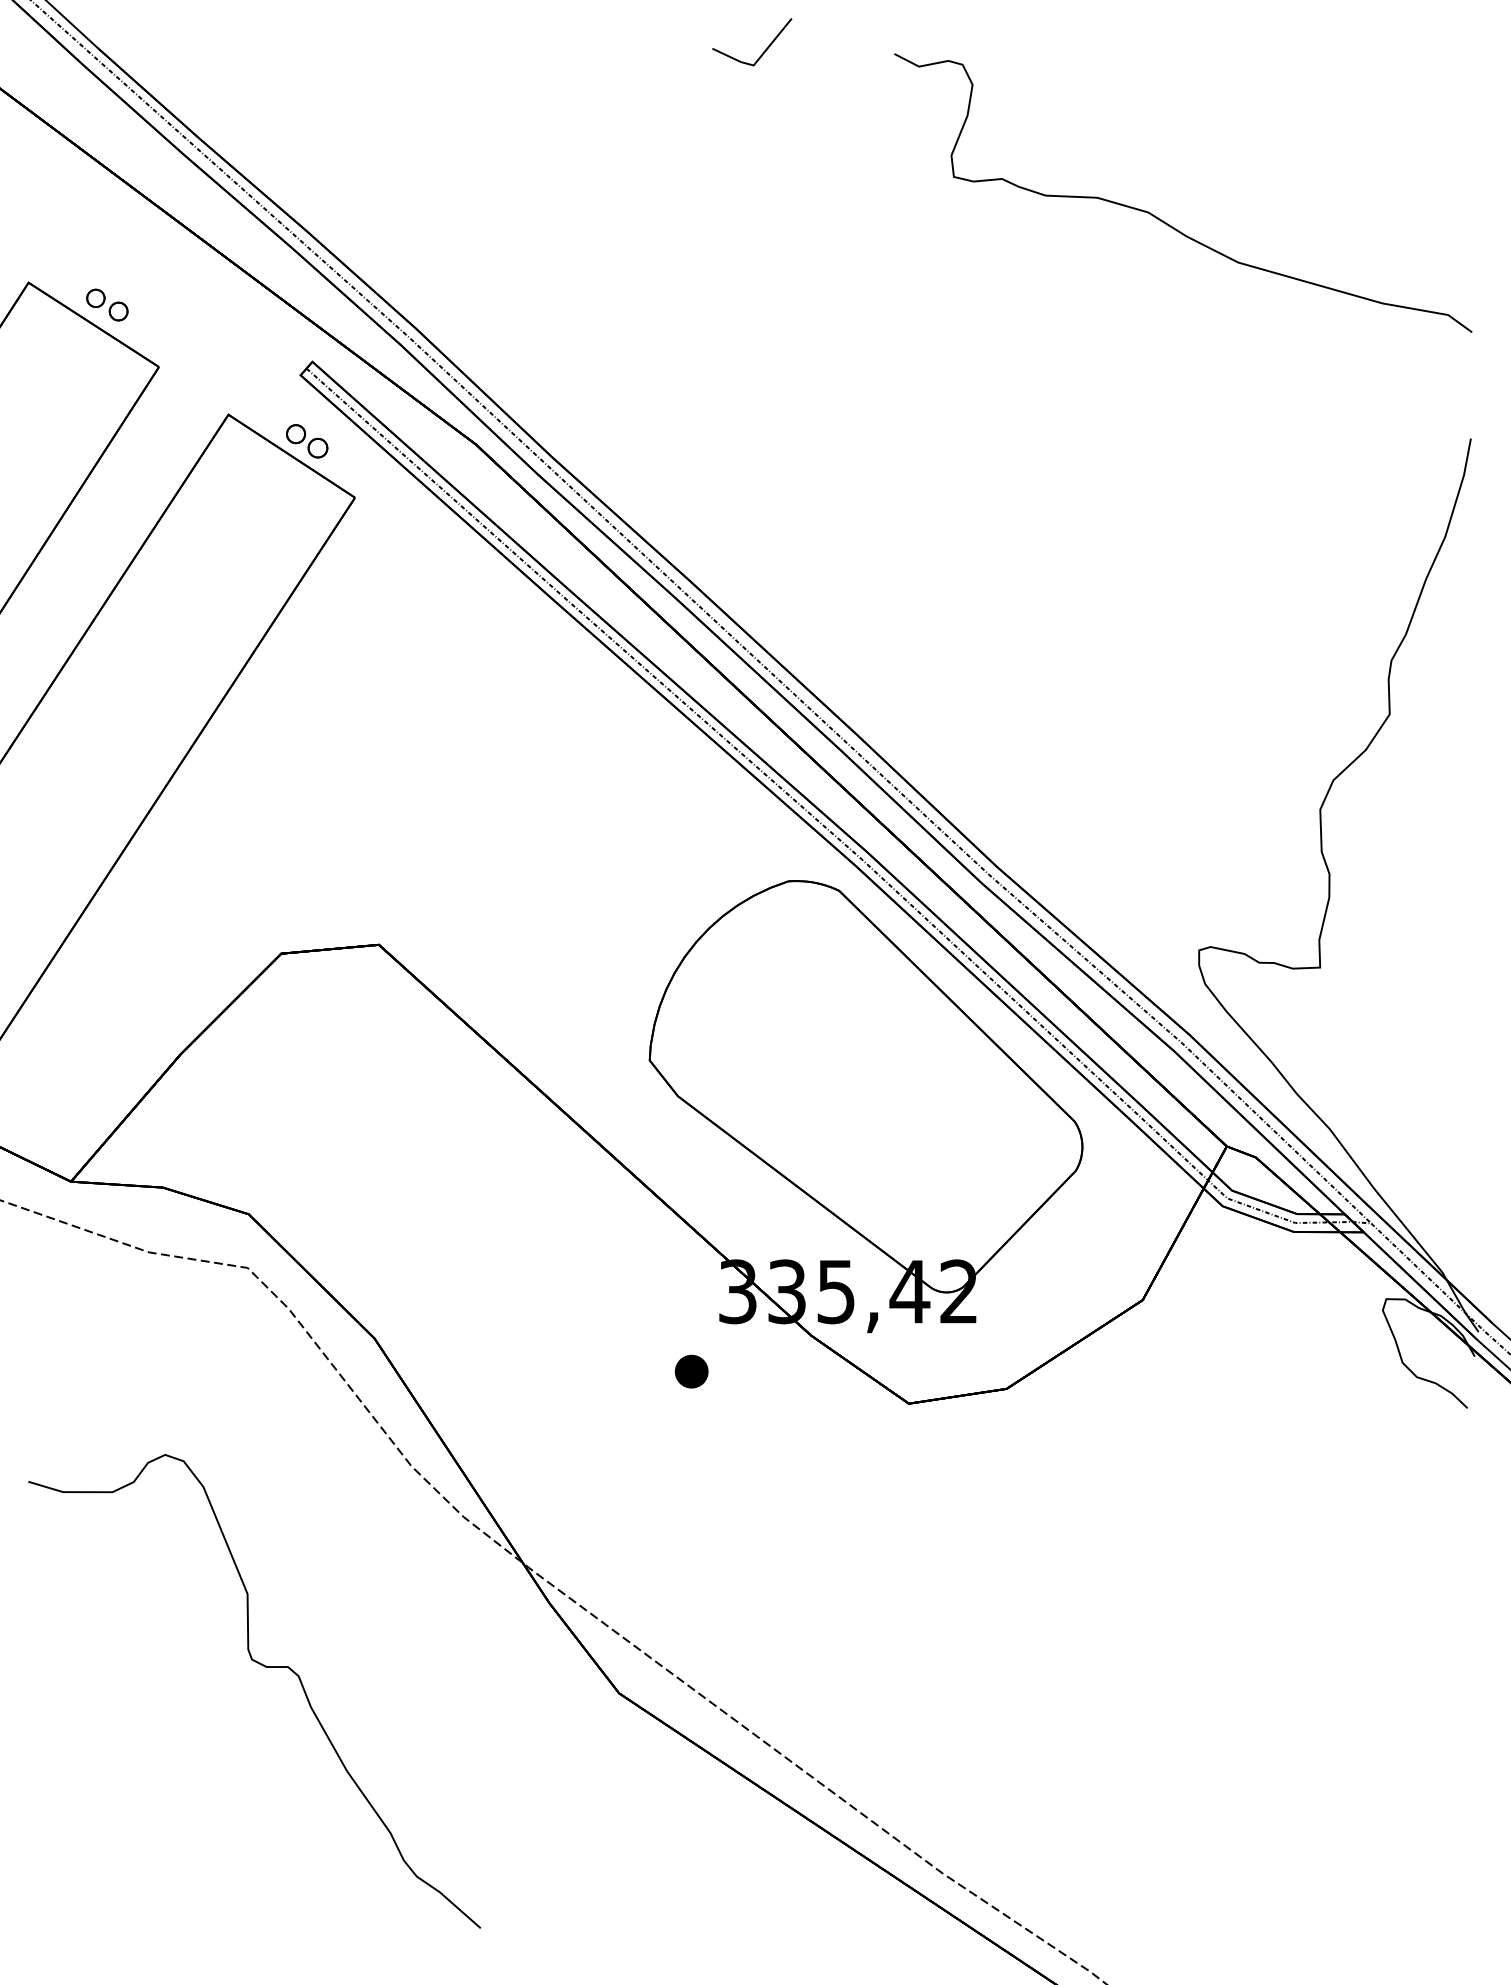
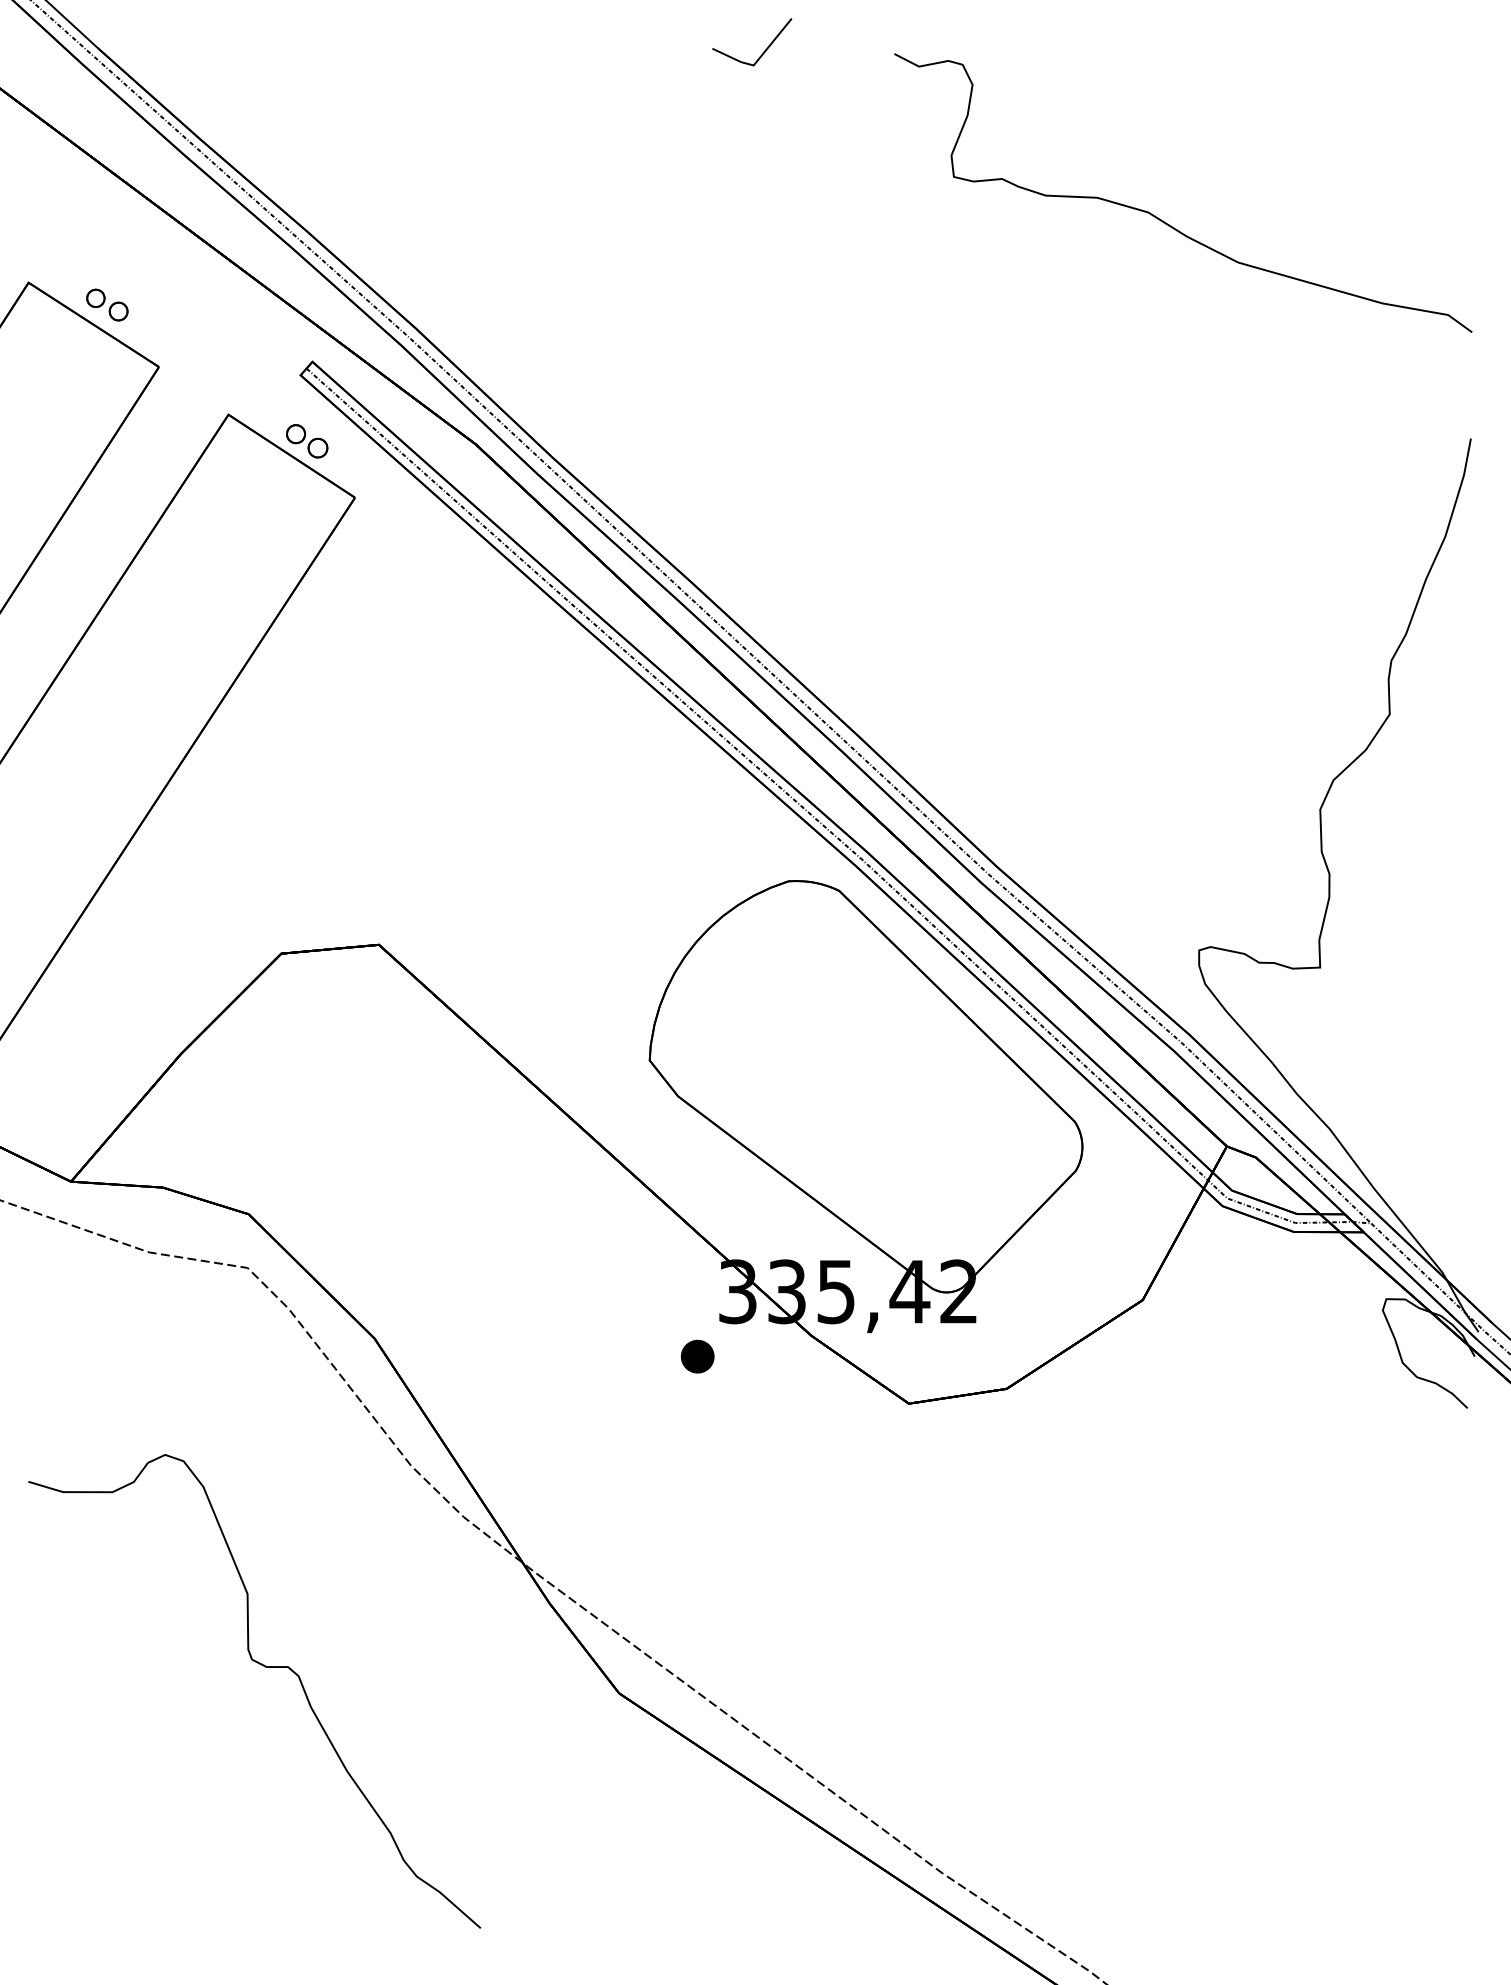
part at (691, 1371) position: (691, 1371) -> (697, 1356)
